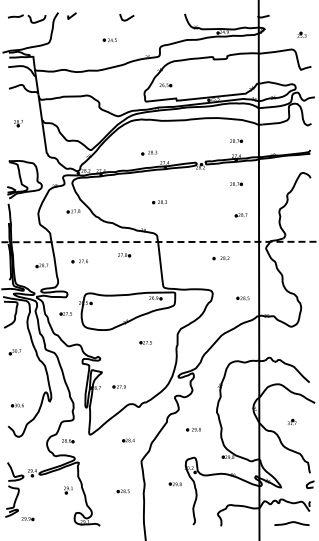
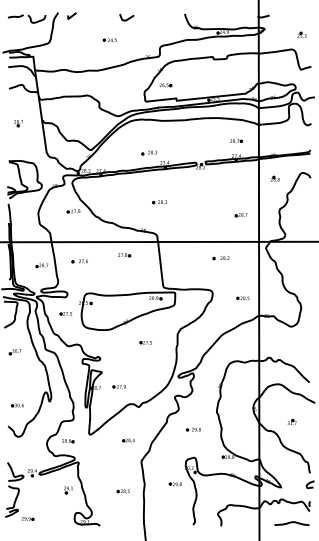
part at (274, 178): none -> present
part at (236, 183): present -> none
line at (159, 242): dashed -> solid
